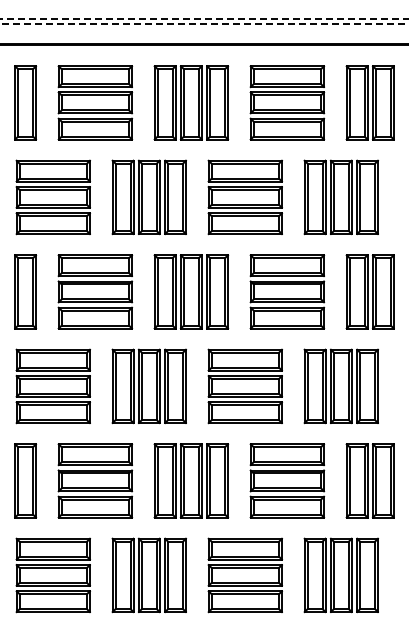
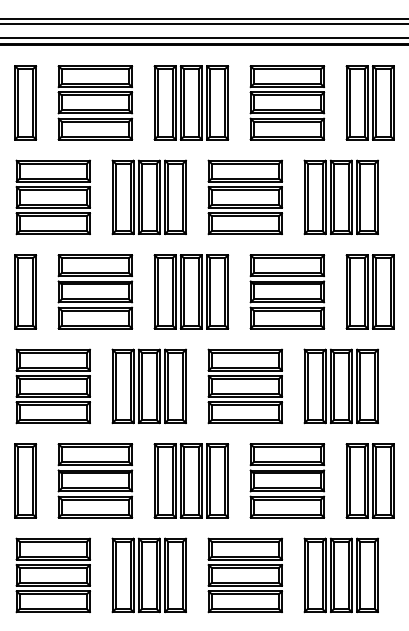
line at (204, 18): dashed -> solid
line at (204, 24): dashed -> solid
line at (203, 38): none -> present
